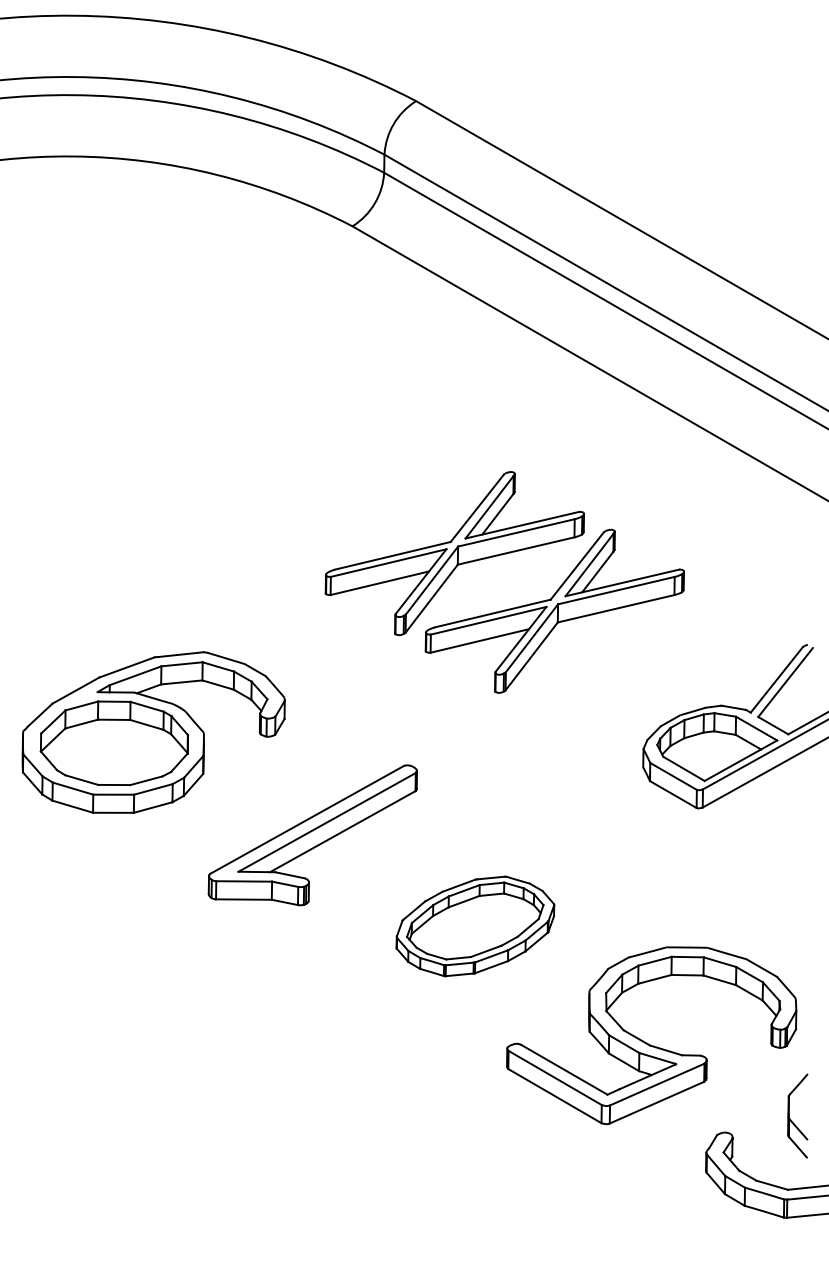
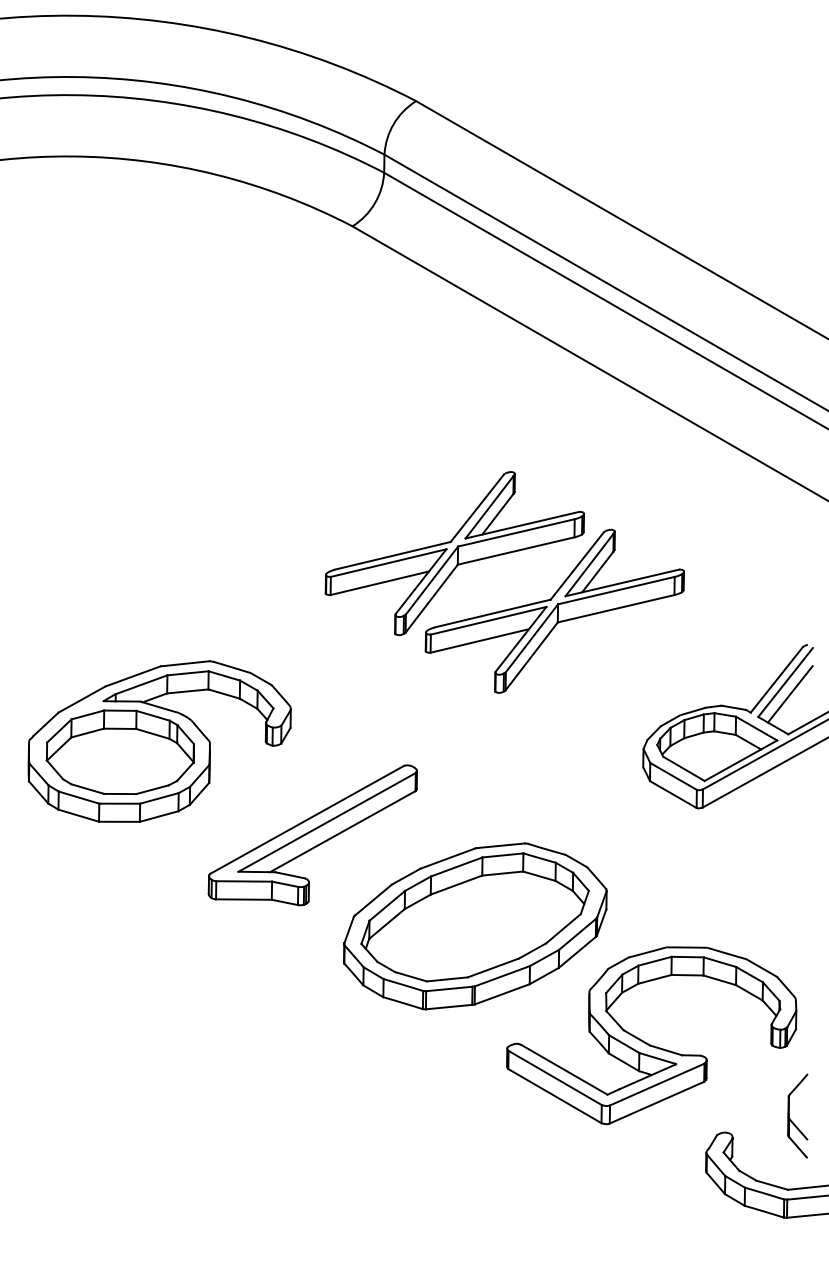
line at (789, 694): none -> present
part at (153, 732) position: (153, 732) -> (159, 741)
part at (475, 926) size: 161x103 px -> 265x169 px
